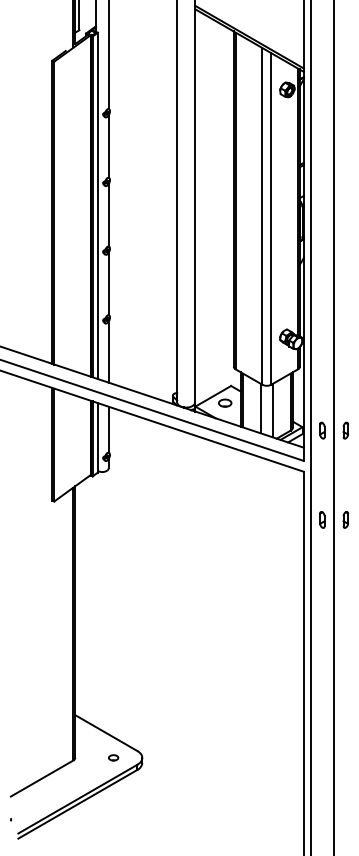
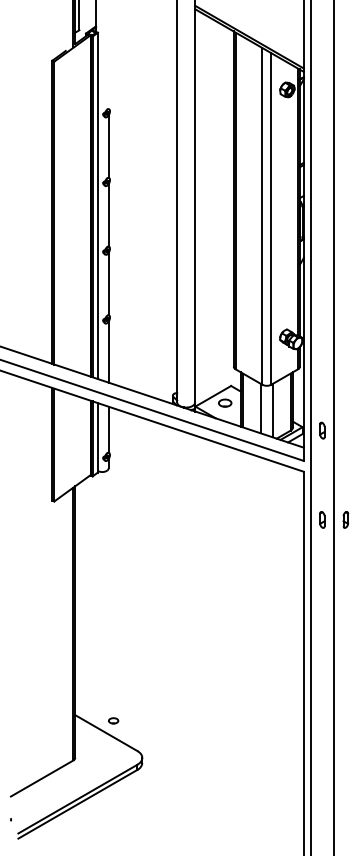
line at (108, 55): present -> none
part at (345, 430): present -> none
part at (113, 757) position: (113, 757) -> (113, 720)
